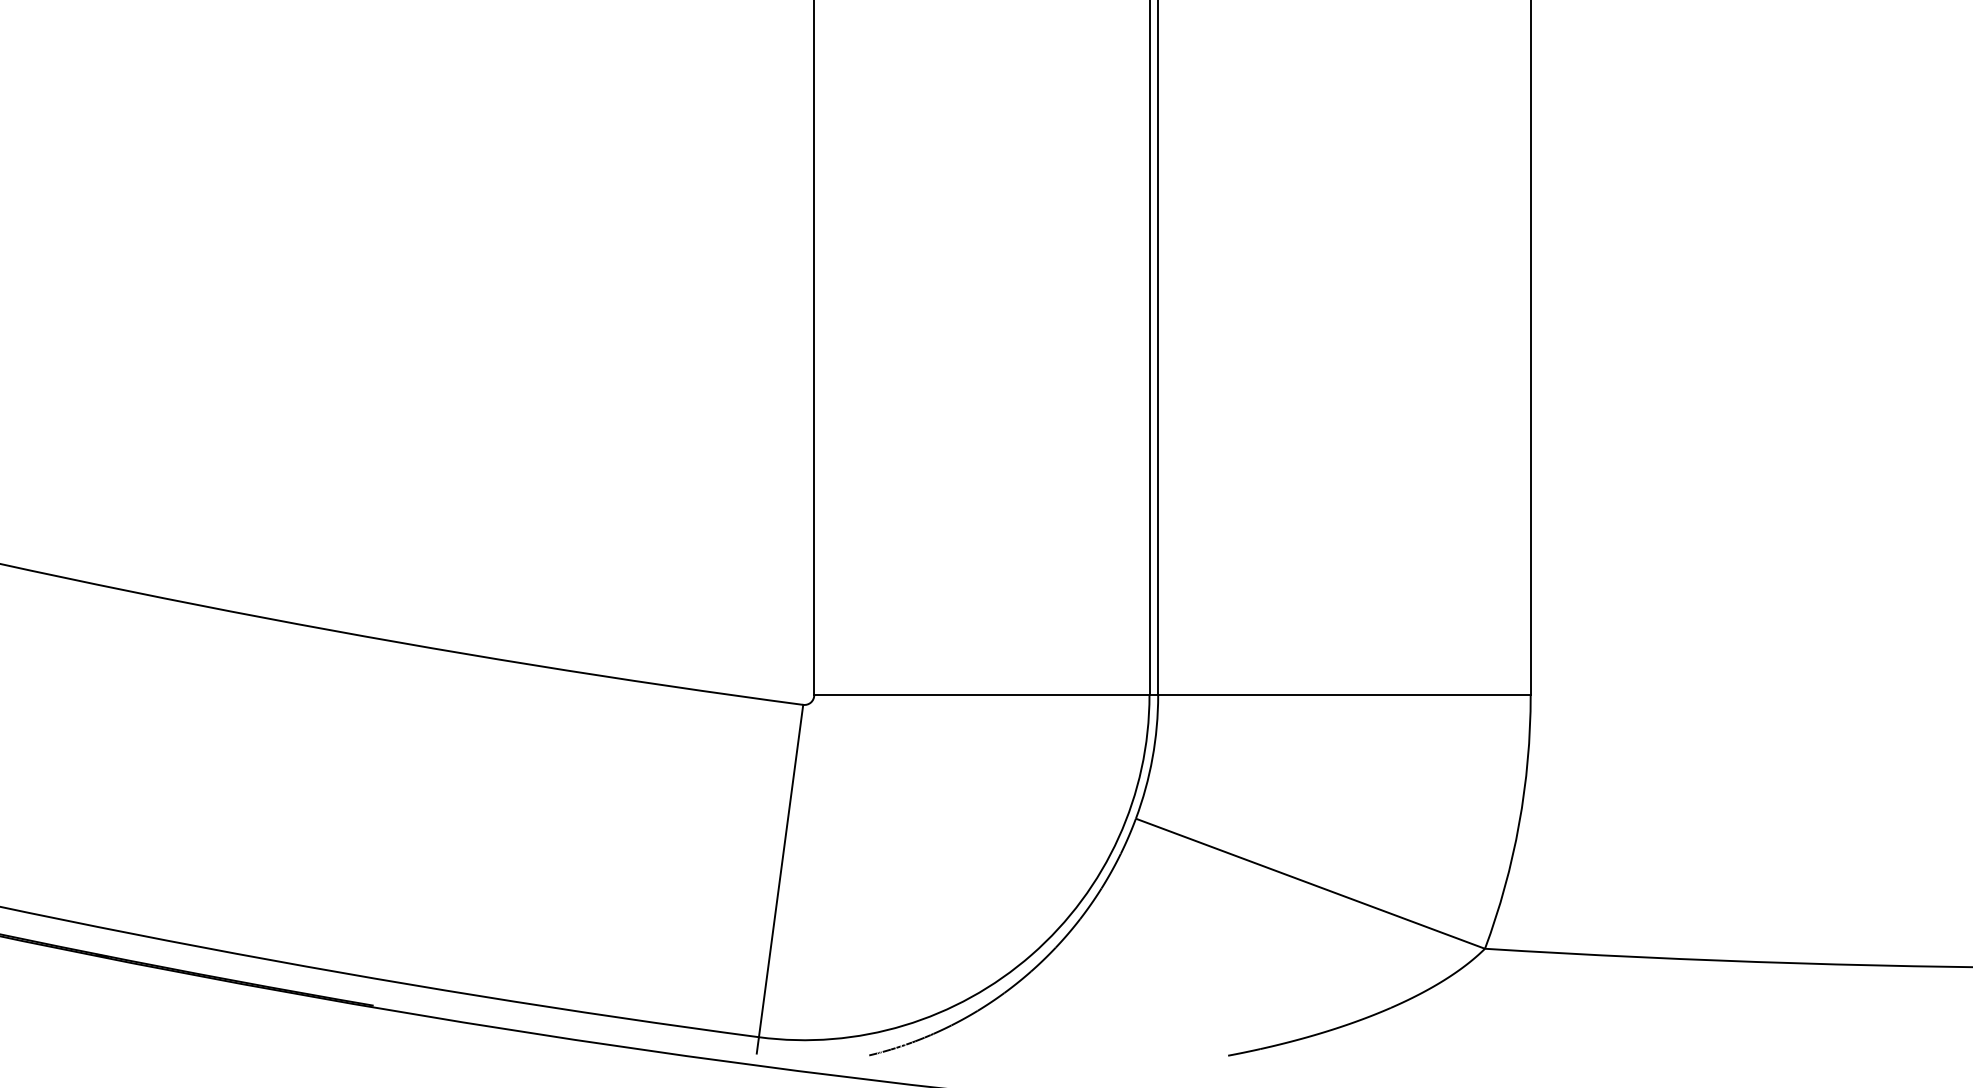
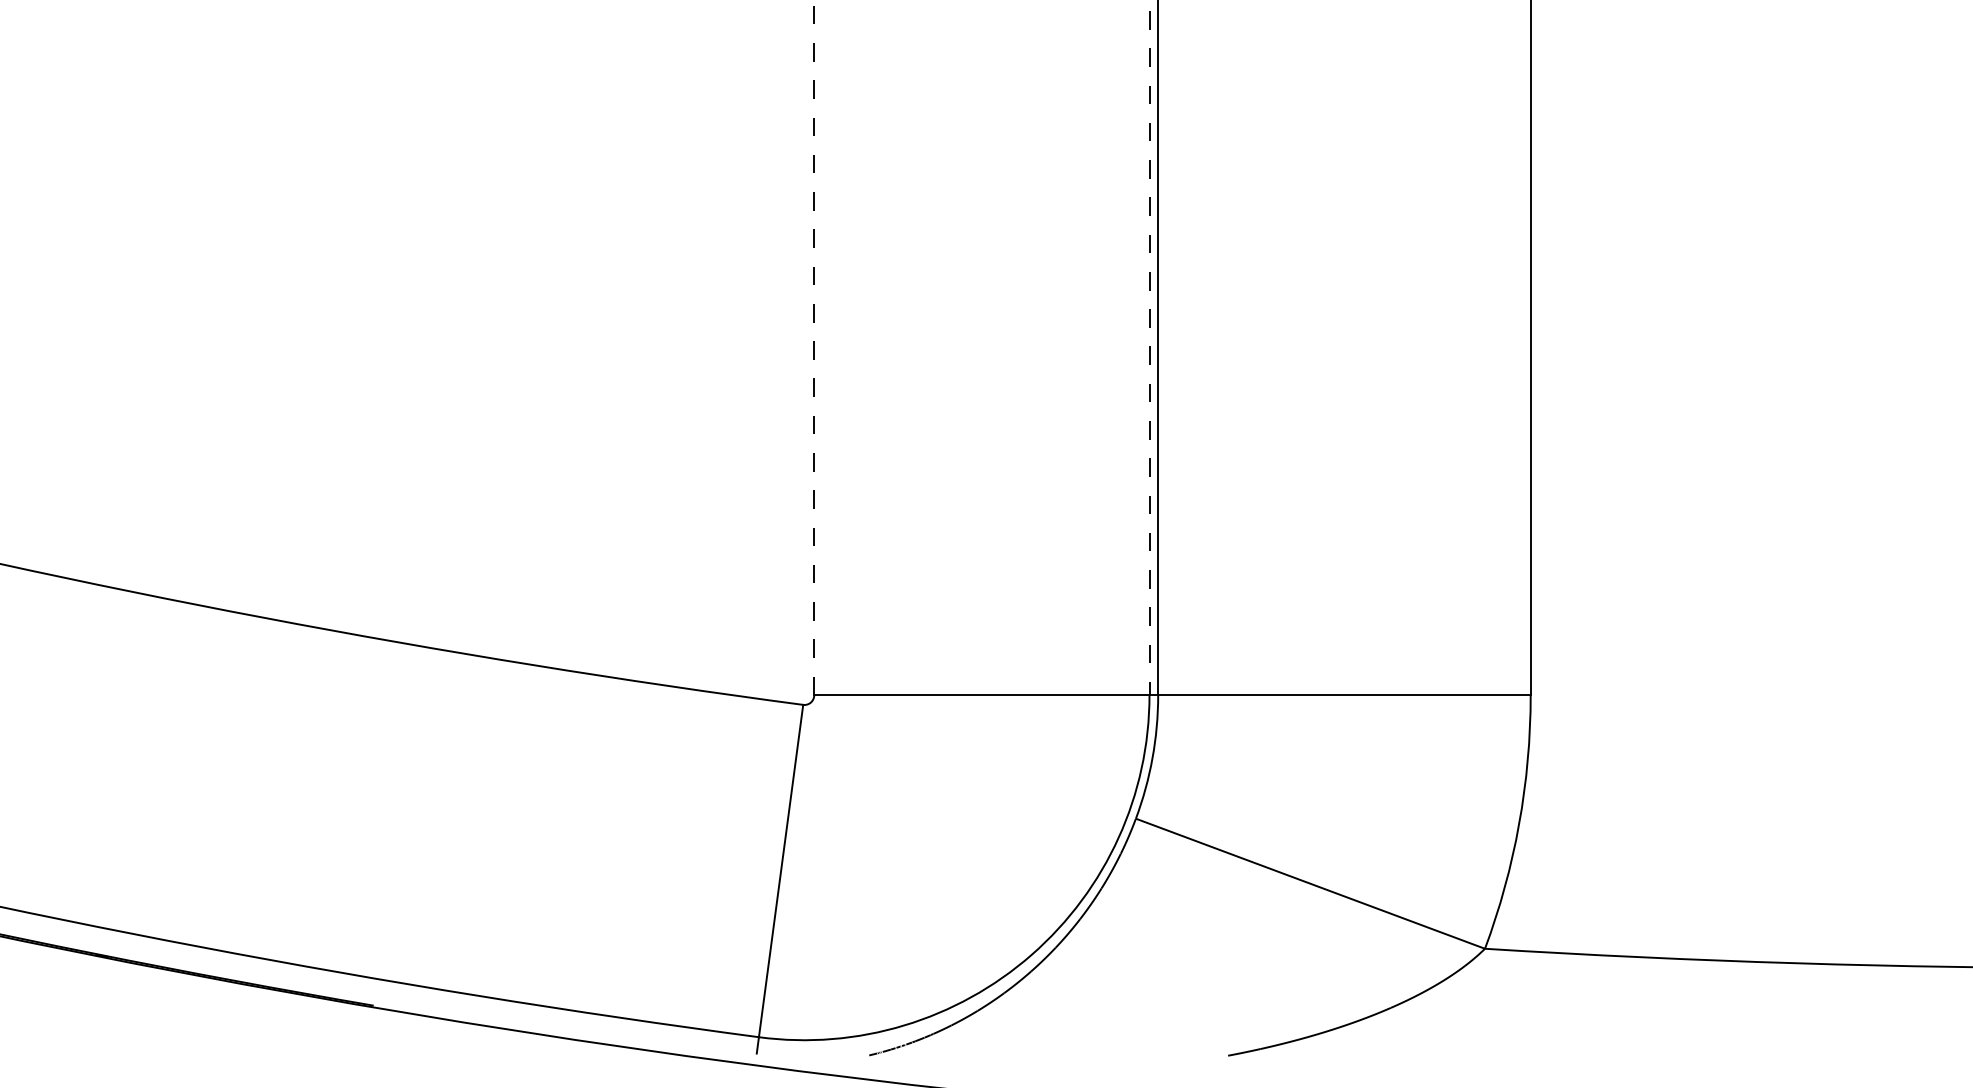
line at (814, 347): solid -> dashed
line at (1149, 348): solid -> dashed
